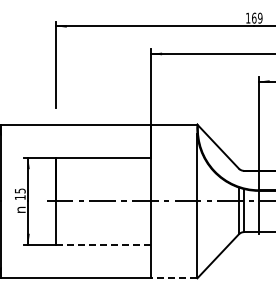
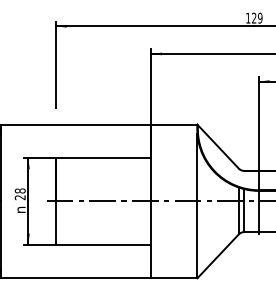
text at (254, 17): 169 -> 129
text at (19, 194): 15 -> 28
line at (103, 244): dashed -> solid
line at (173, 278): dashed -> solid
